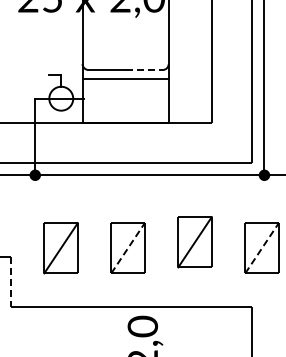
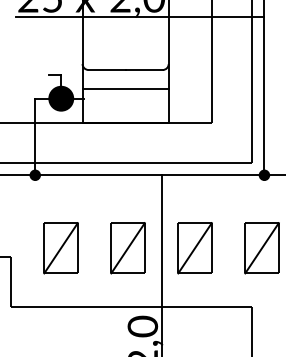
line at (140, 16): none -> present
line at (144, 70): dashed -> solid
line at (125, 79) position: (125, 79) -> (125, 89)
fill at (61, 98): none -> present
part at (194, 242) position: (194, 242) -> (194, 248)
line at (128, 247): dashed -> solid
line at (262, 247): dashed -> solid
line at (162, 264): none -> present
line at (10, 282): dashed -> solid
